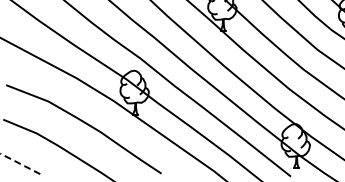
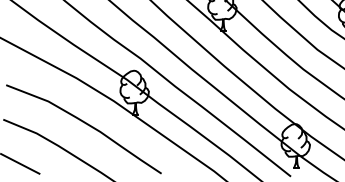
line at (20, 163): dashed -> solid
